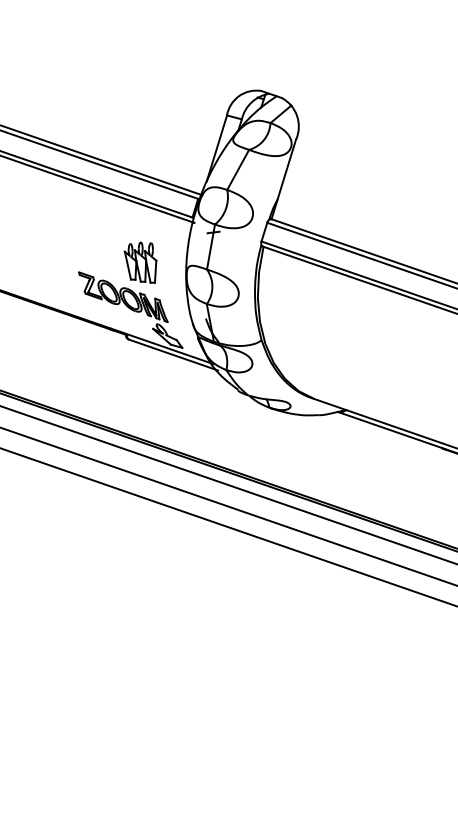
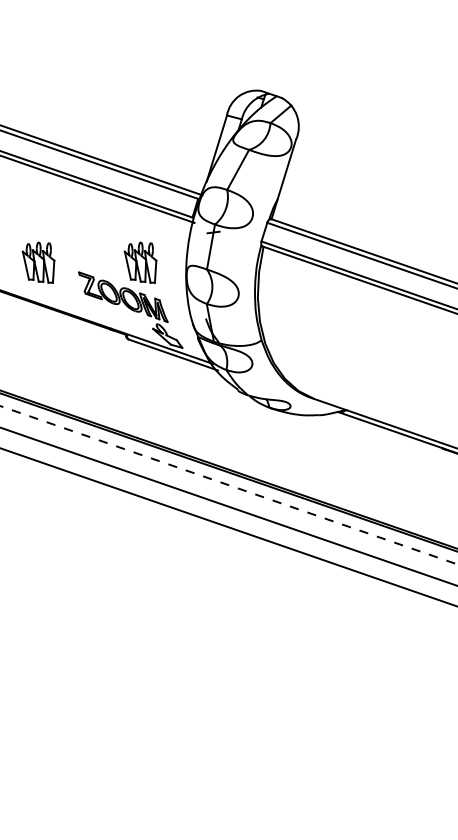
part at (38, 262): none -> present
line at (229, 485): solid -> dashed
